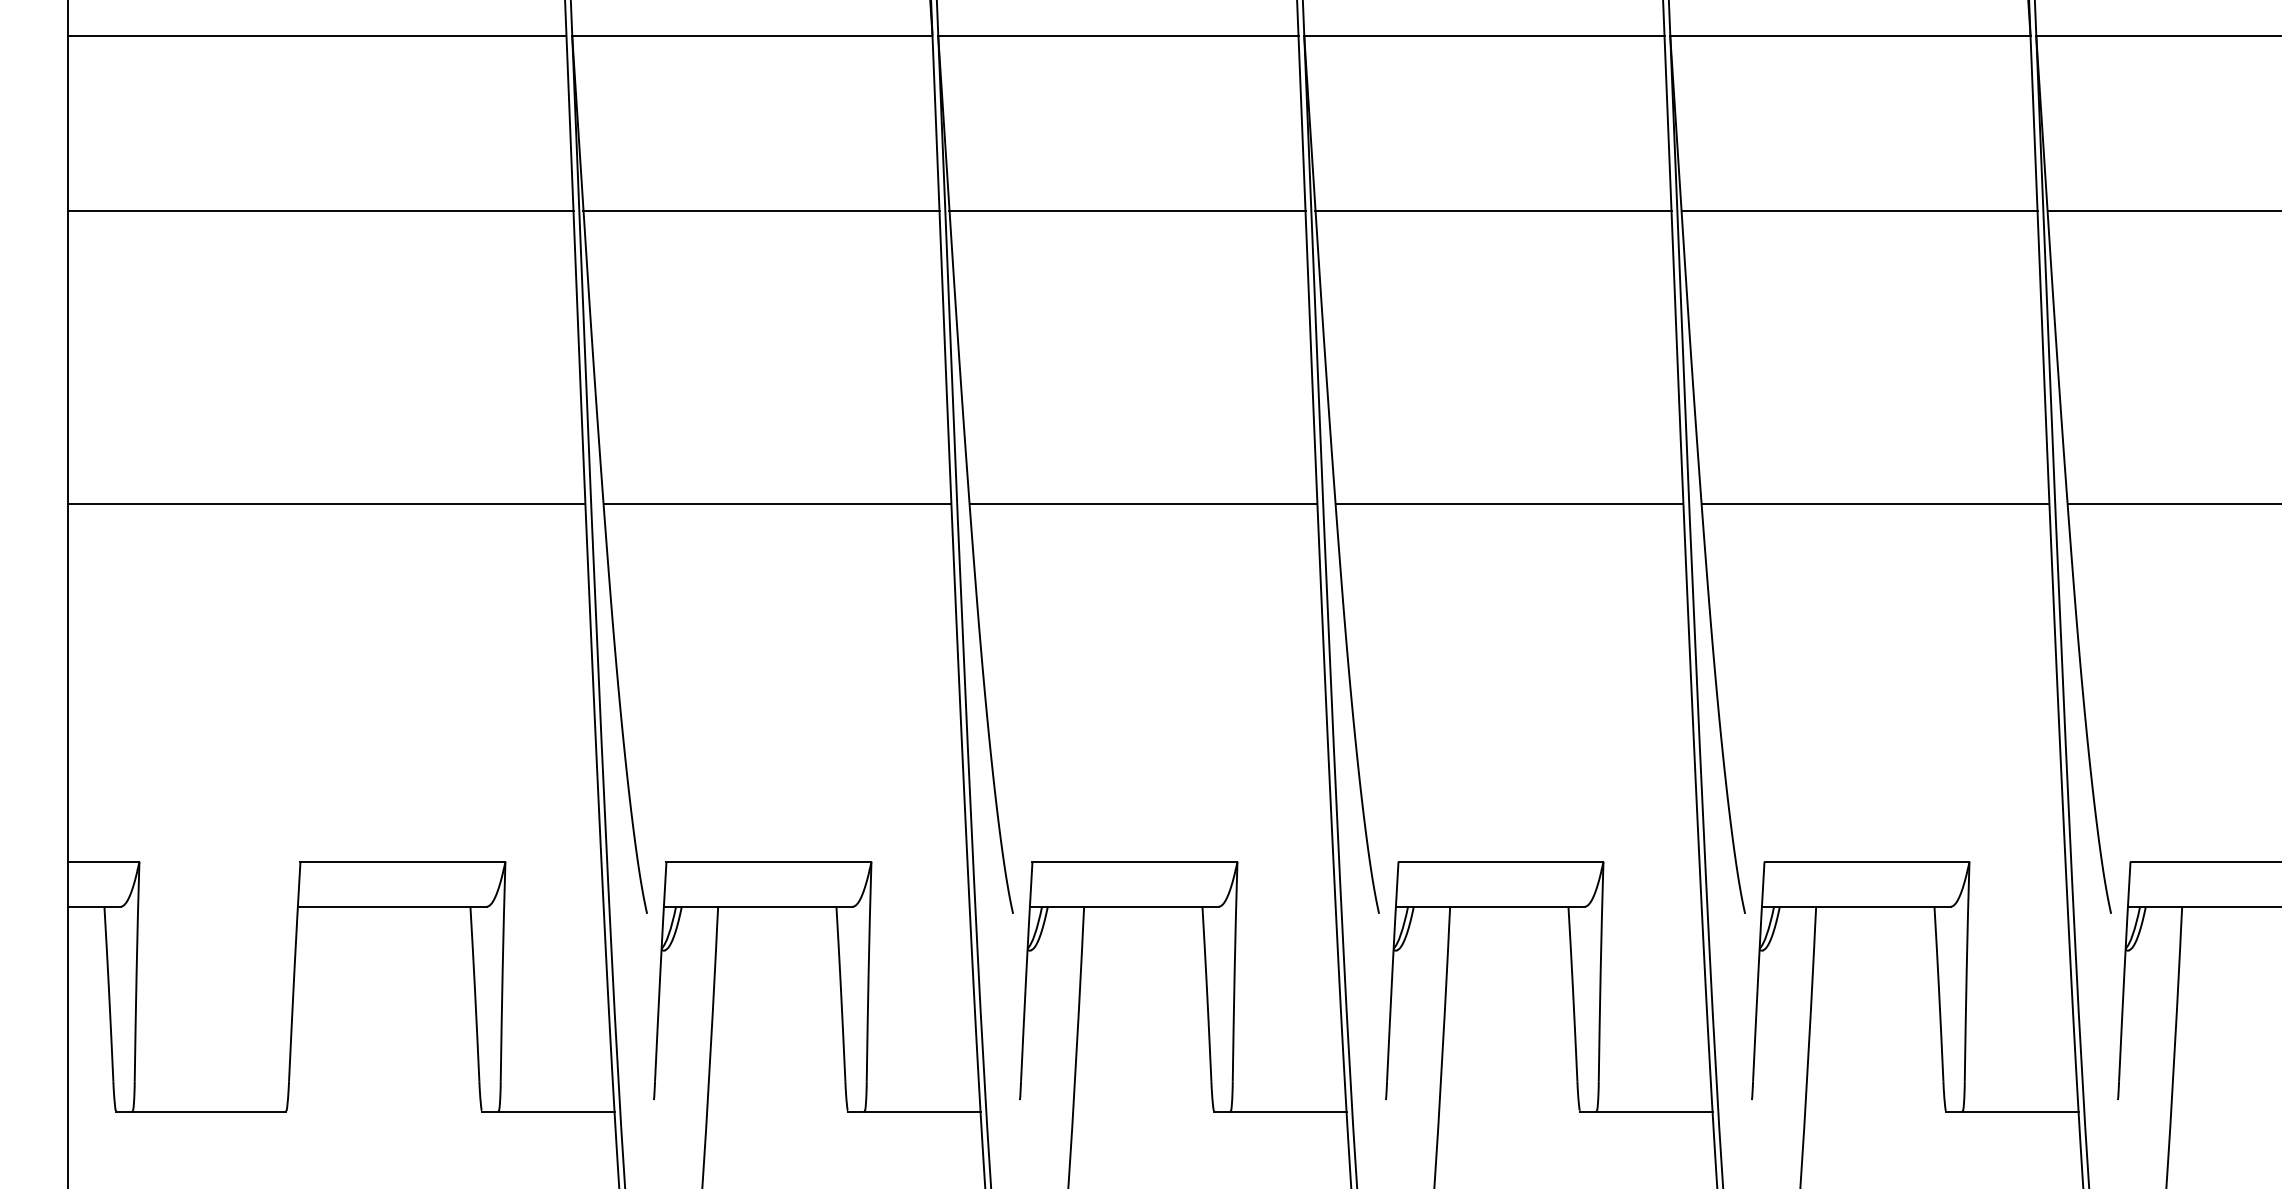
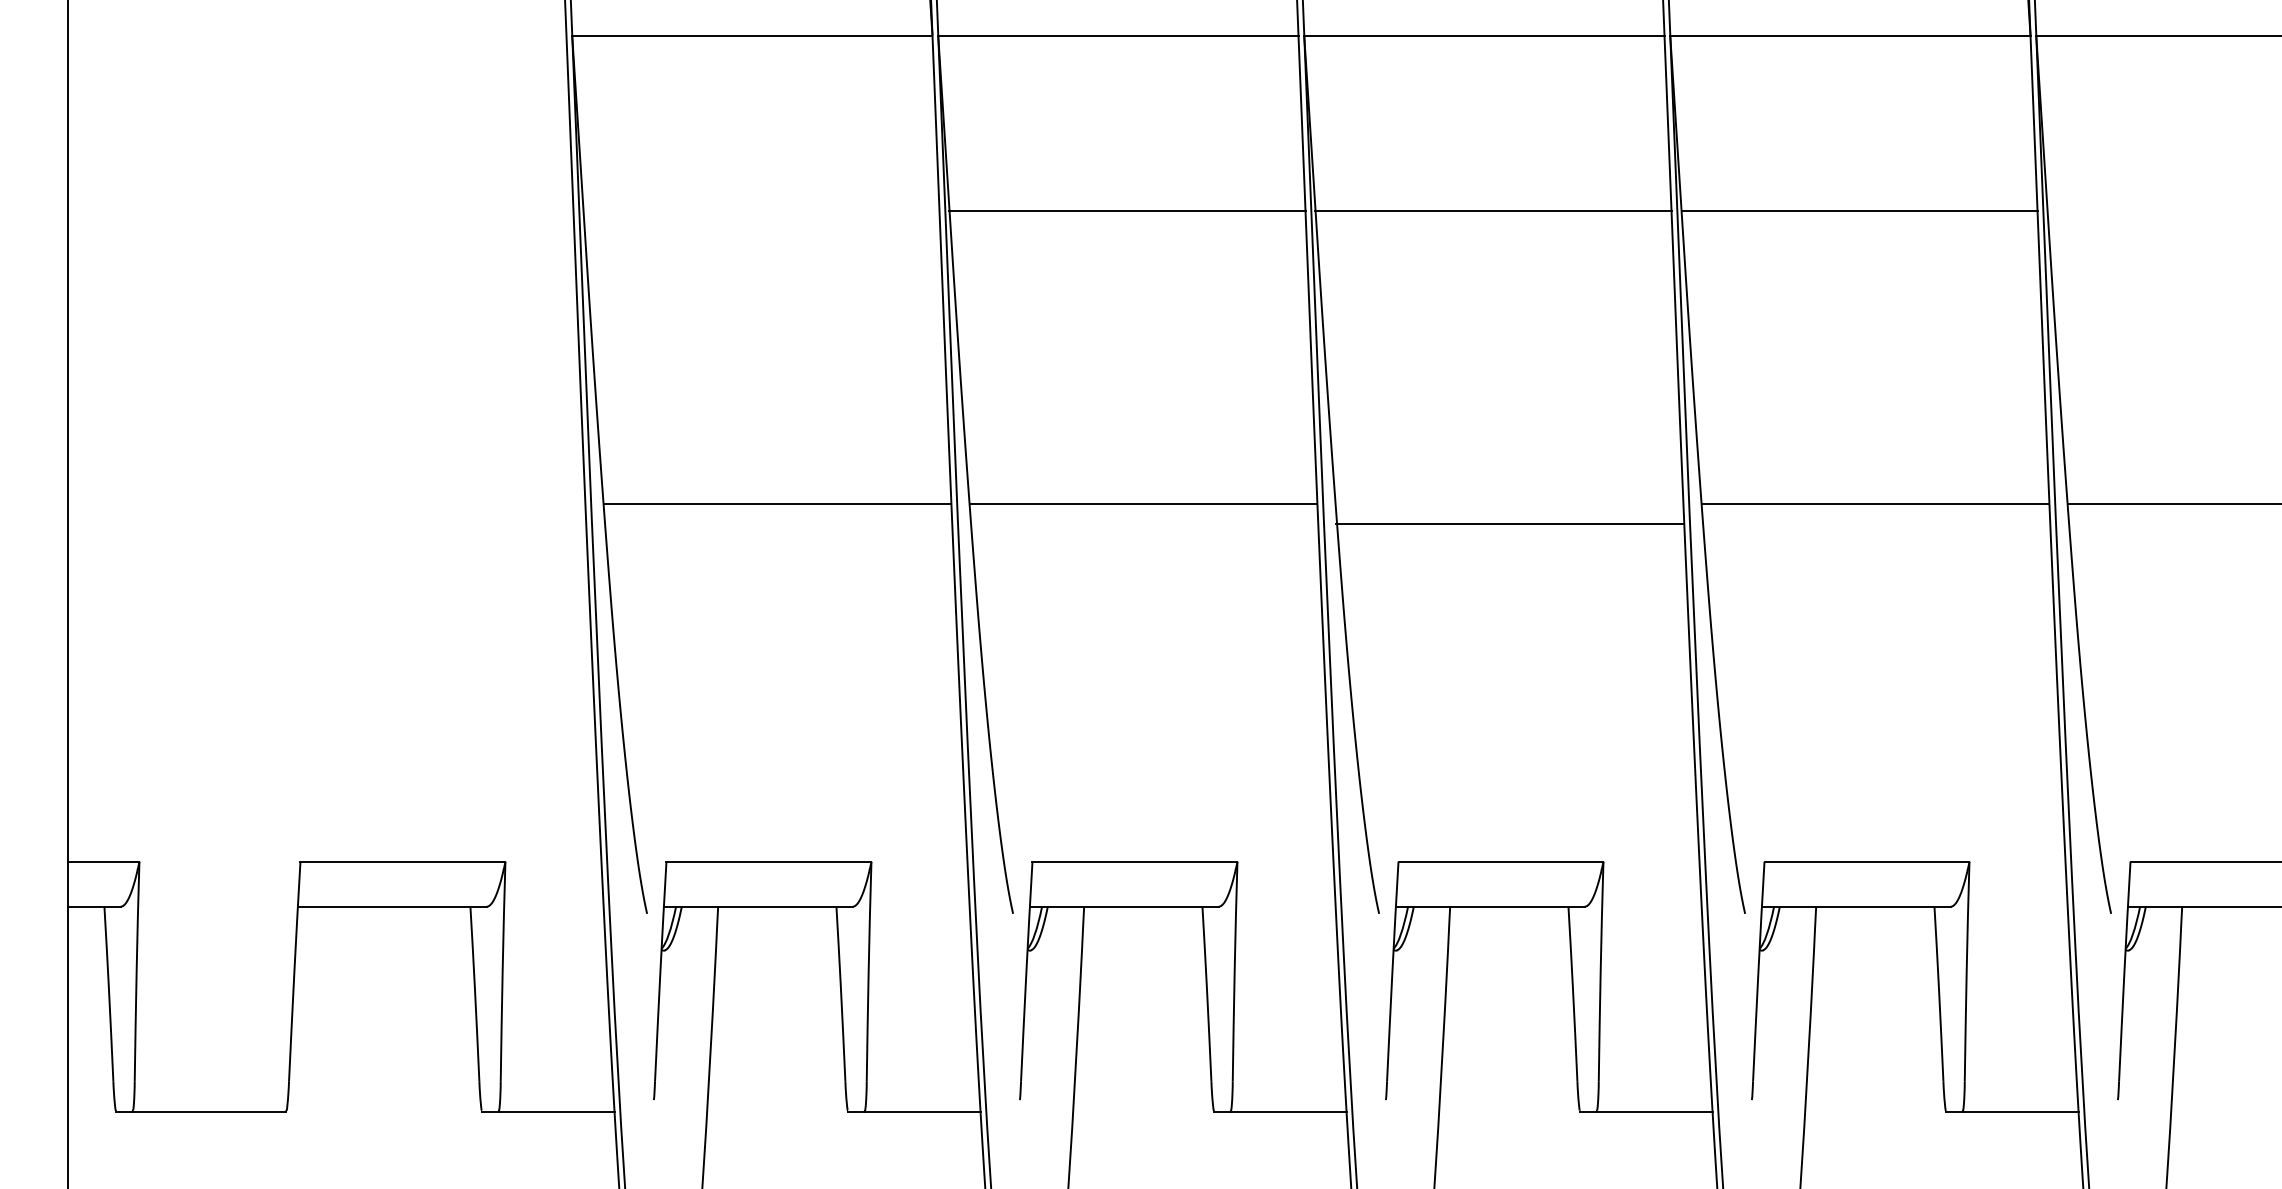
line at (317, 35): present -> none
line at (320, 211): present -> none
line at (761, 211): present -> none
line at (2162, 211): present -> none
line at (326, 504): present -> none
line at (1509, 504) position: (1509, 504) -> (1509, 524)
